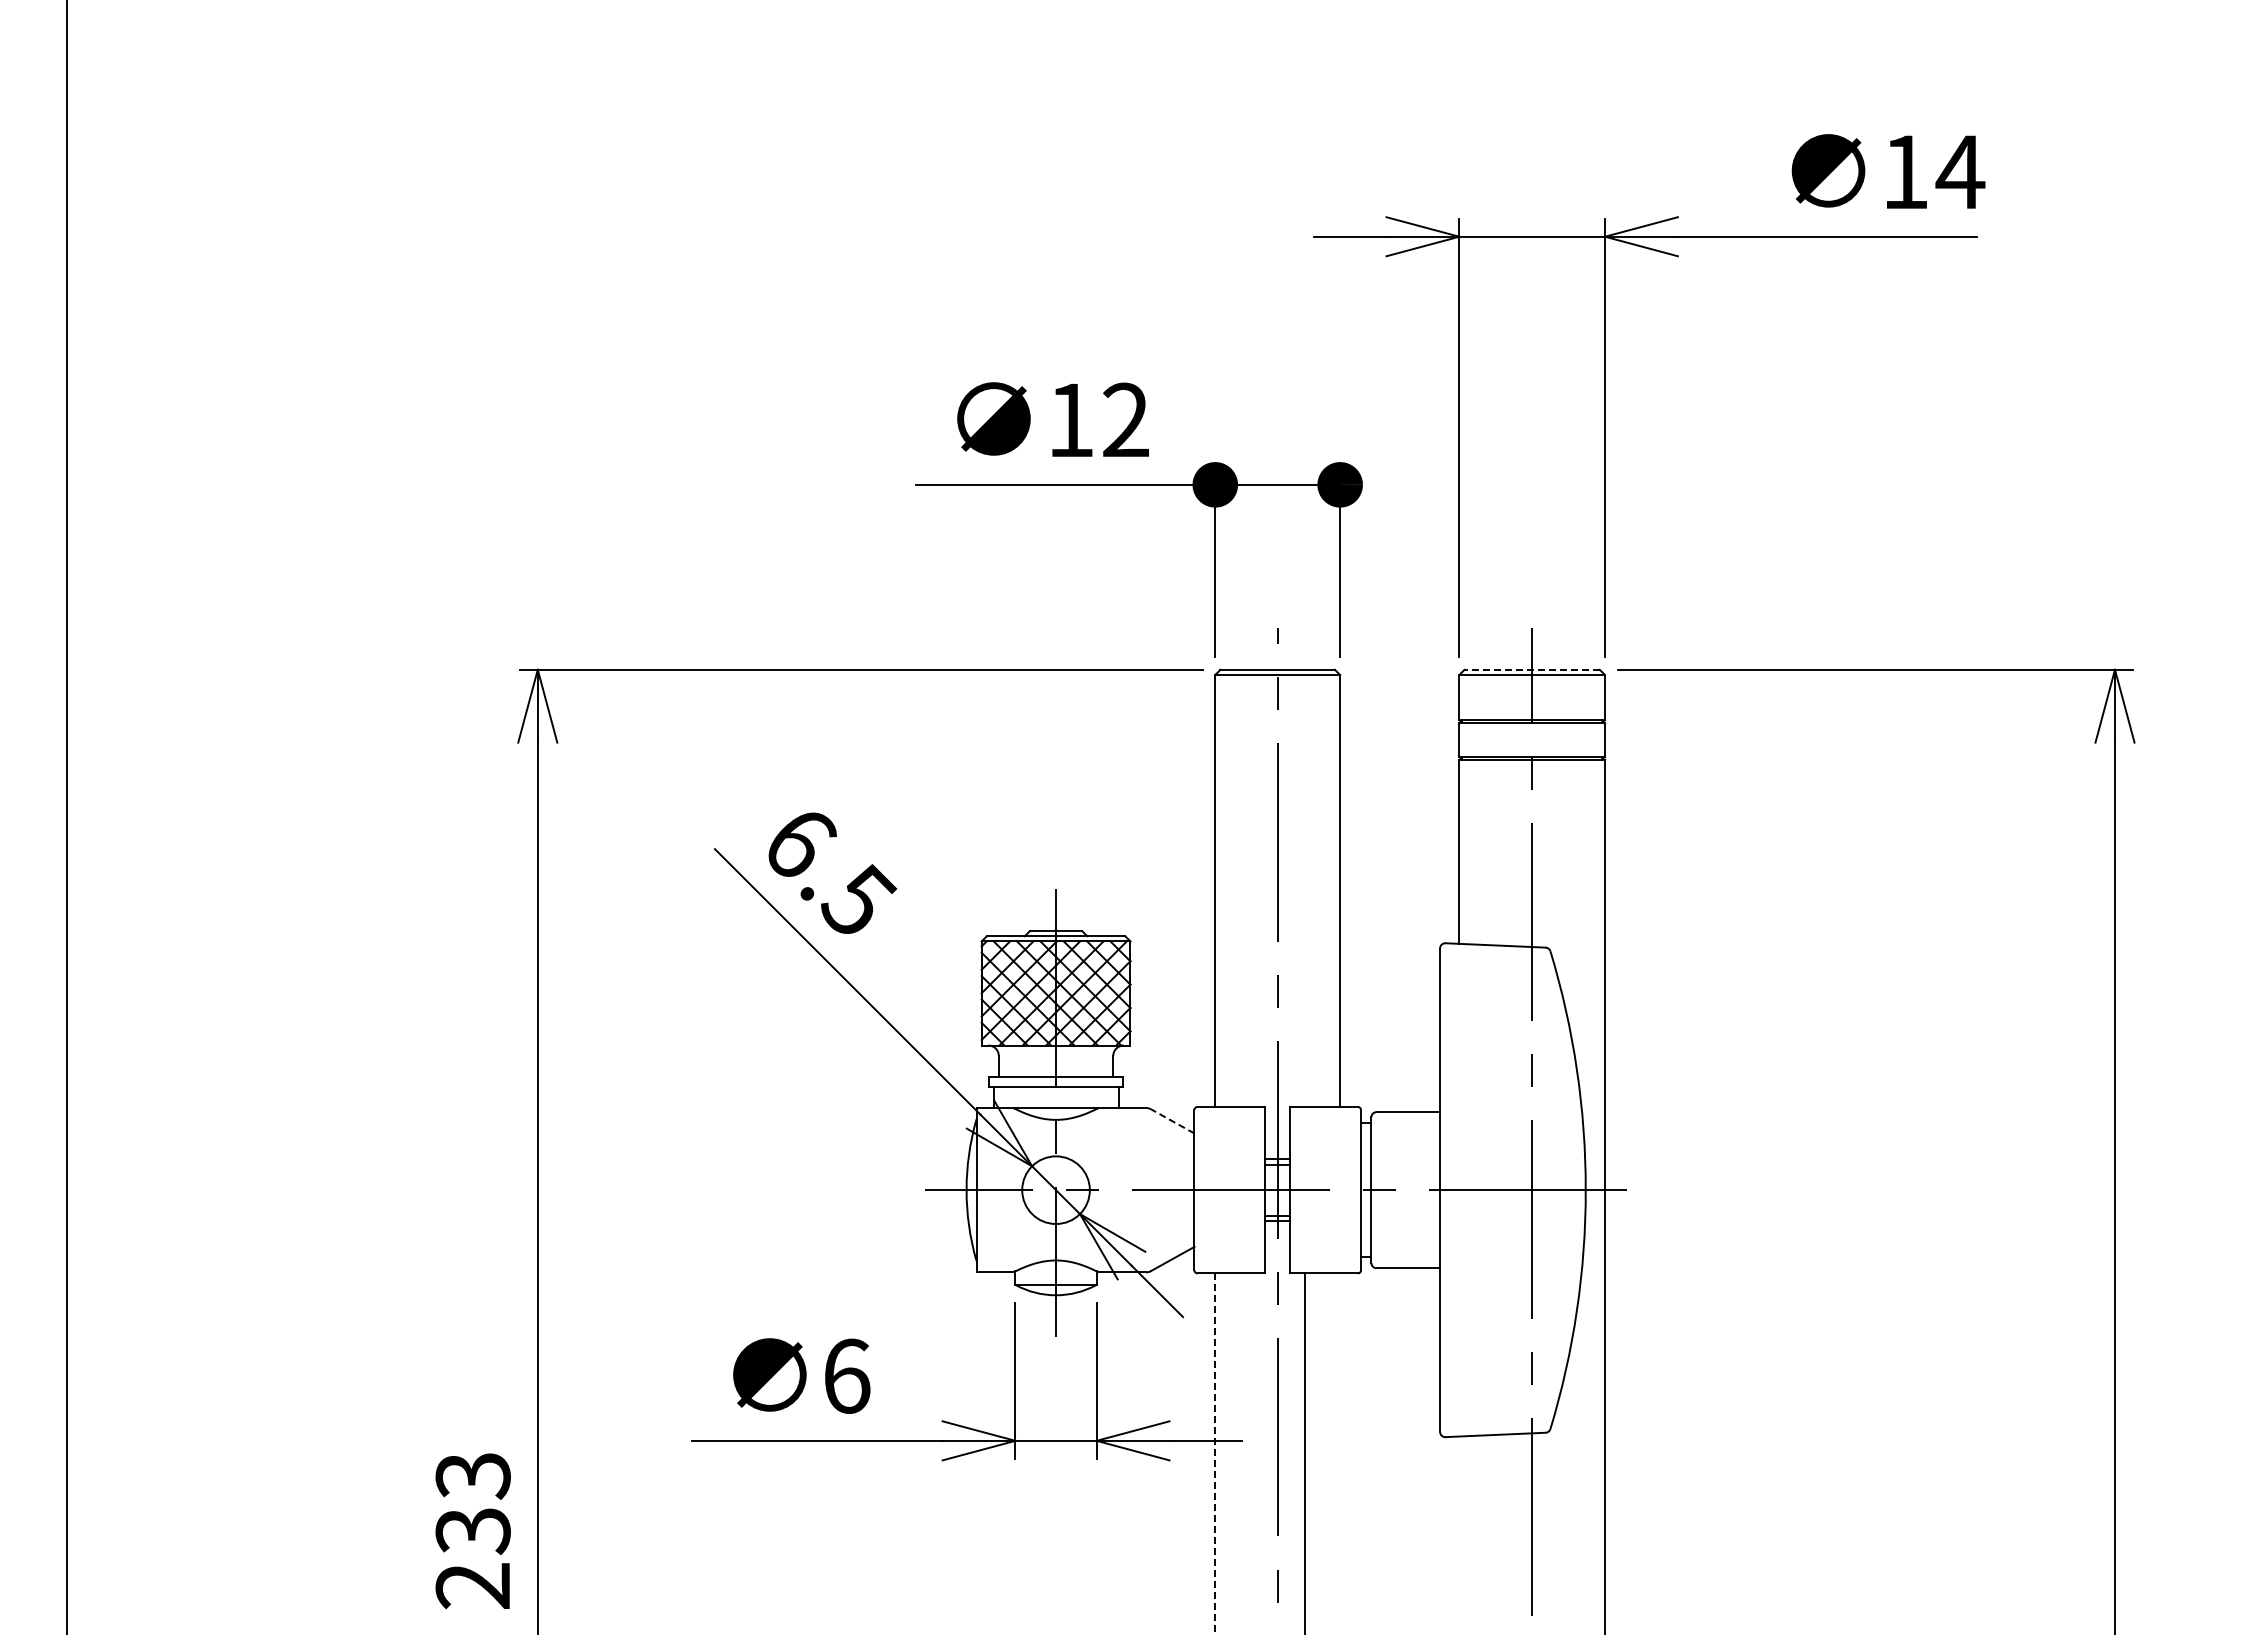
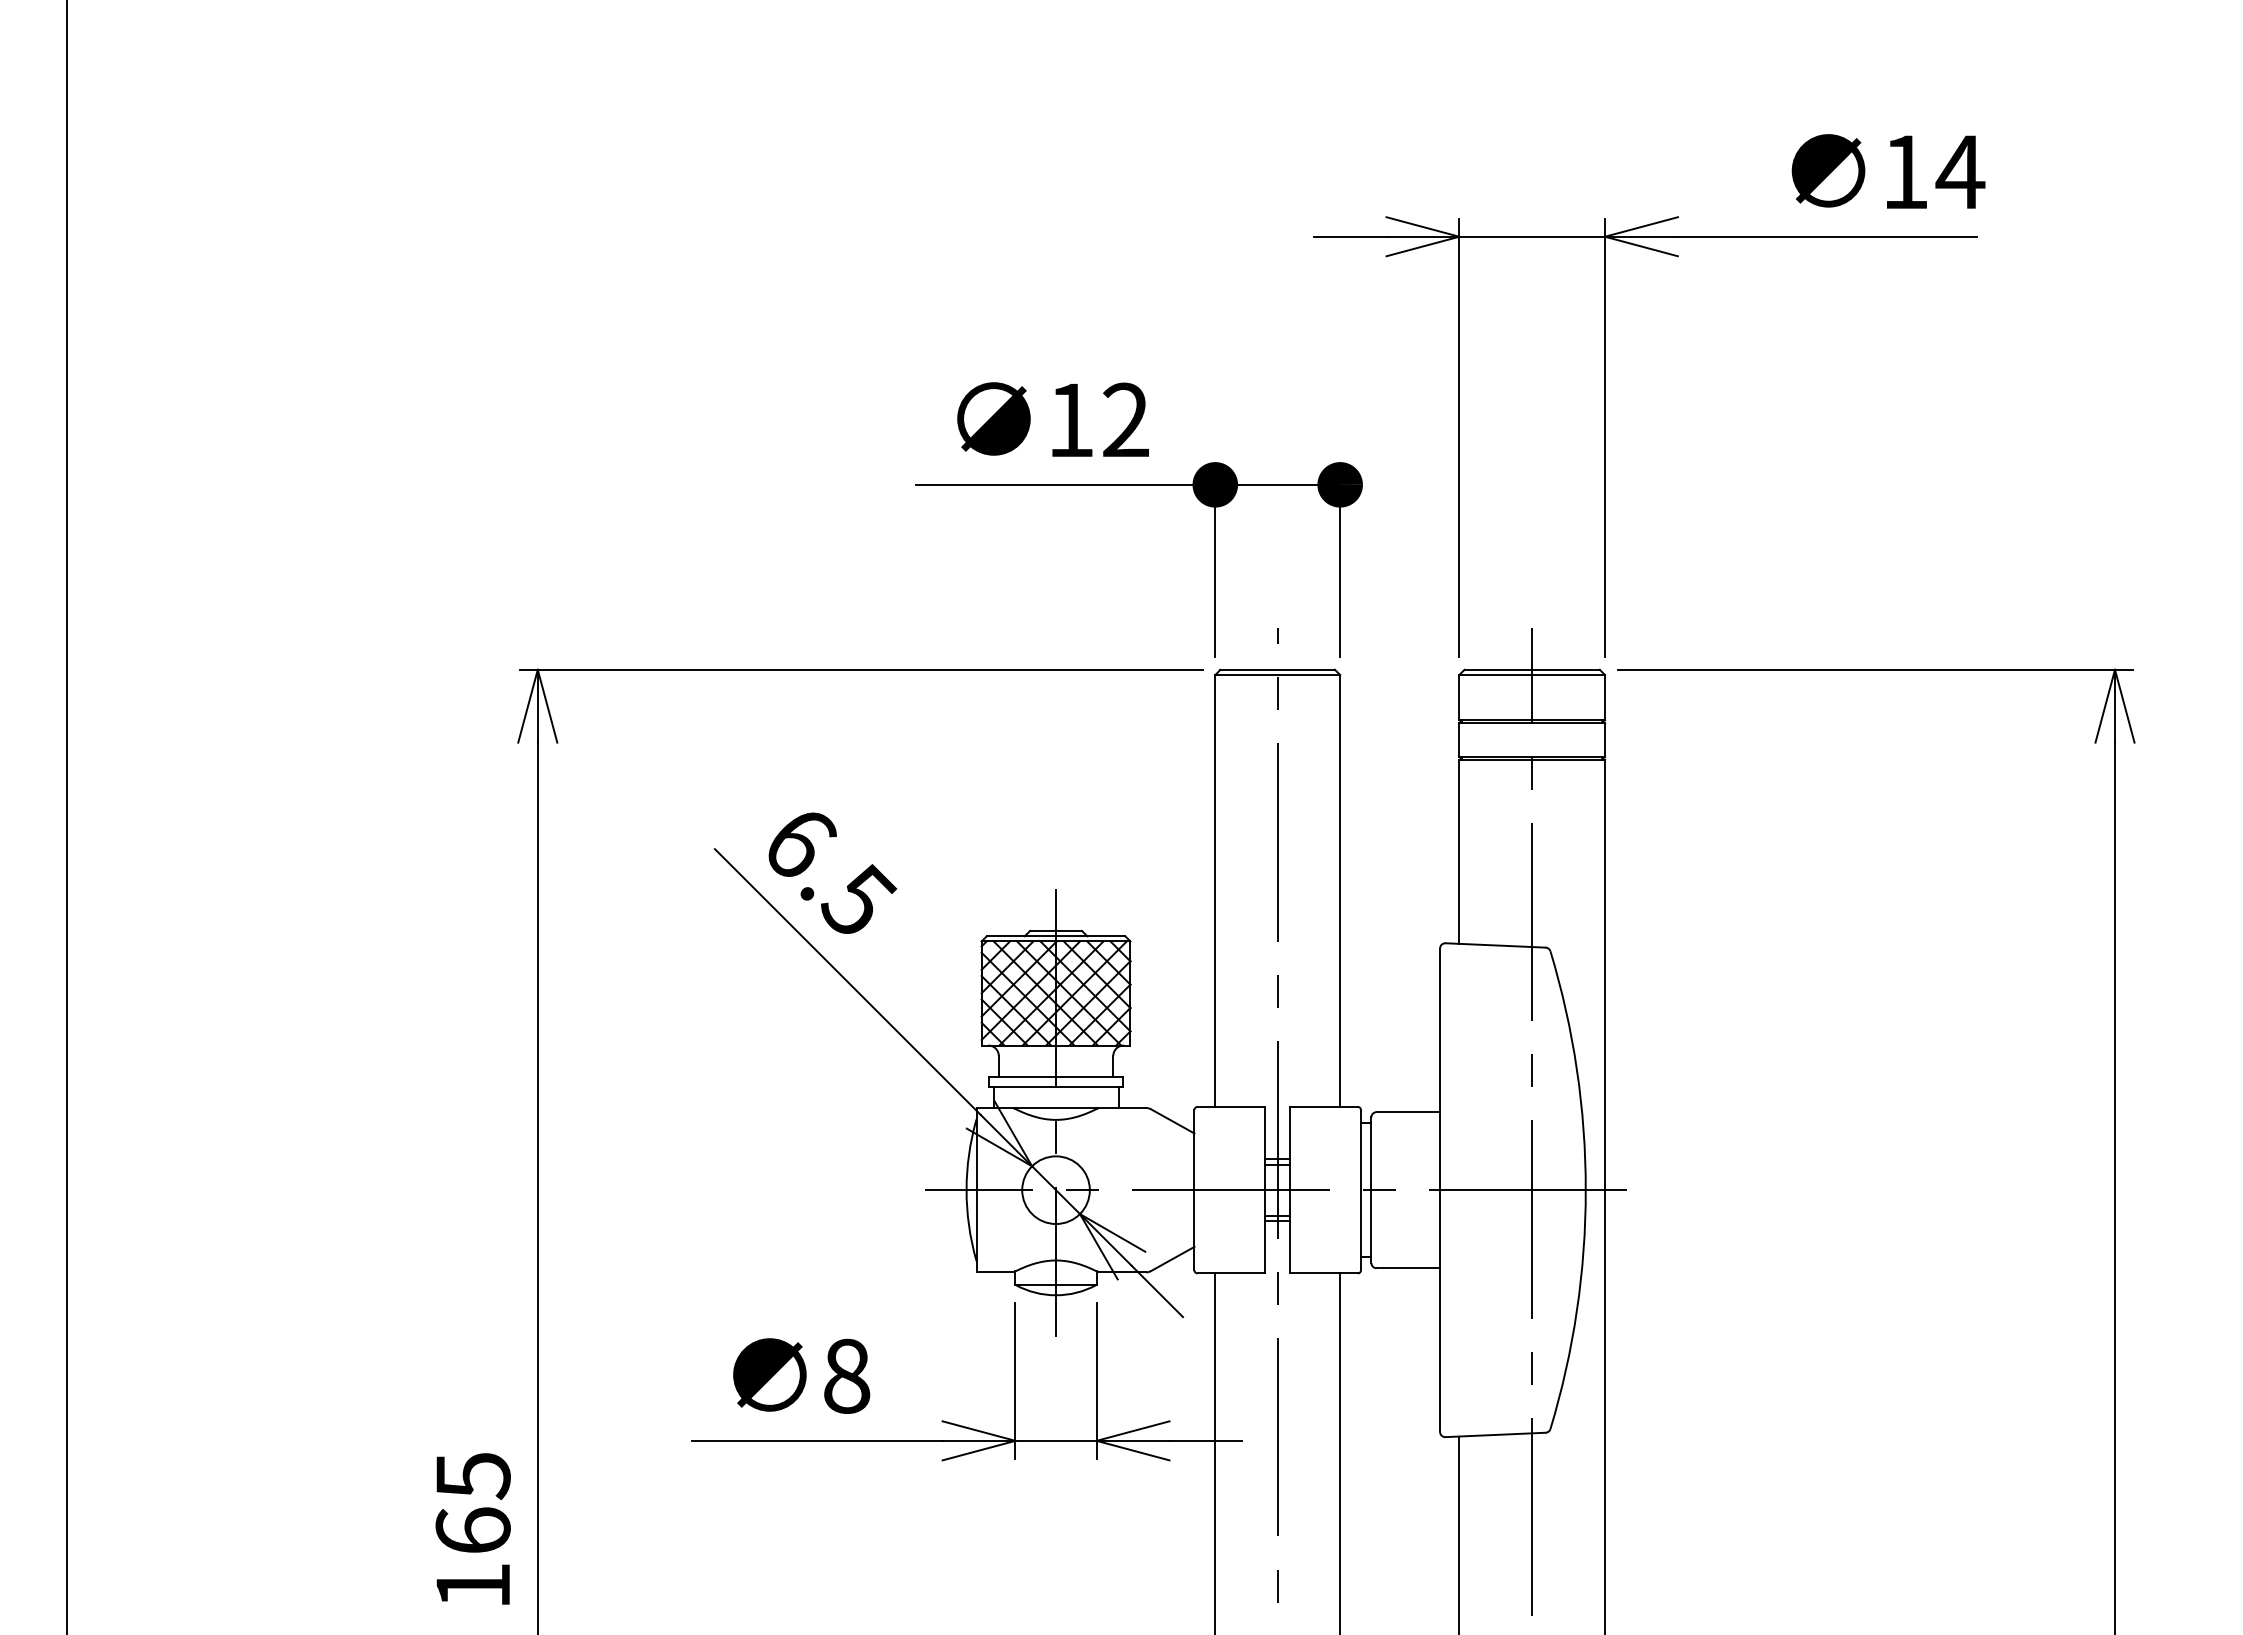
line at (1532, 669): dashed -> solid
line at (1172, 1121): dashed -> solid
text at (847, 1375): 6 -> 8
line at (1305, 1452) position: (1305, 1452) -> (1340, 1452)
line at (1215, 1454): dashed -> solid
text at (472, 1531): 233 -> 165
line at (1459, 1533): none -> present
